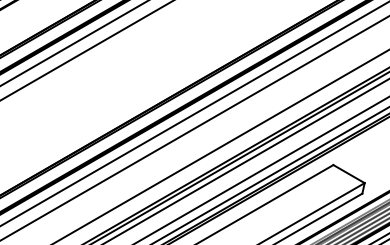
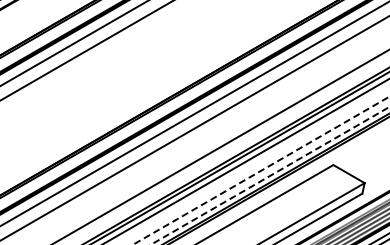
line at (261, 170): solid -> dashed
line at (269, 176): solid -> dashed
